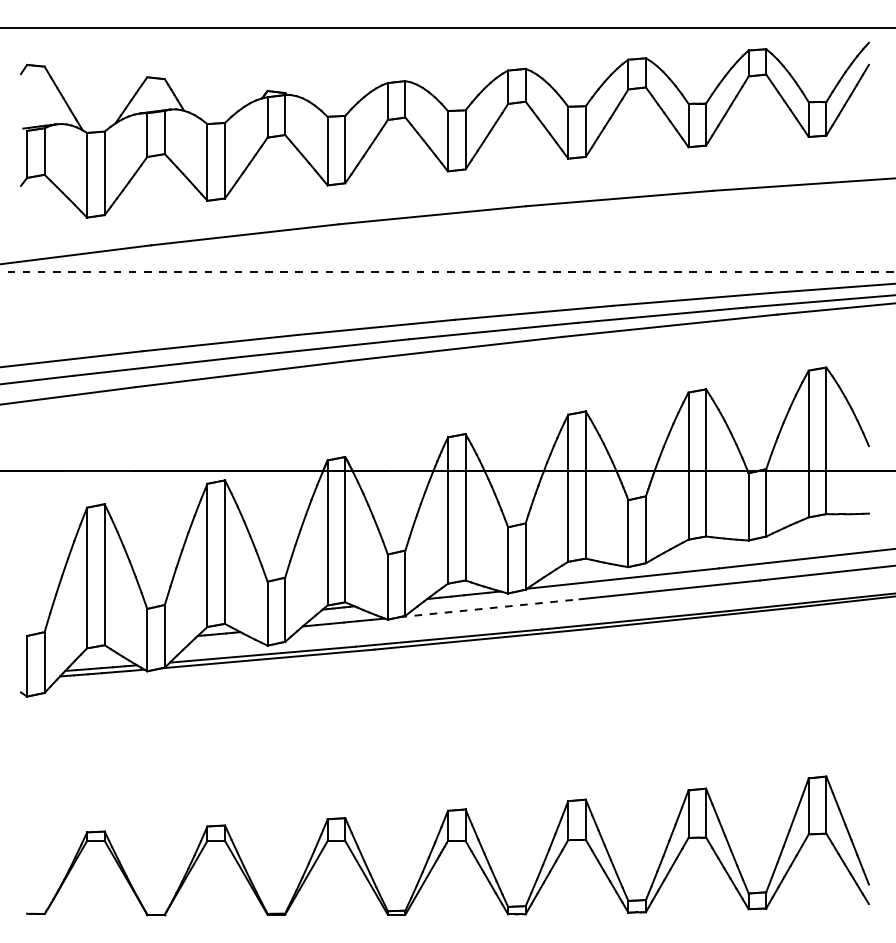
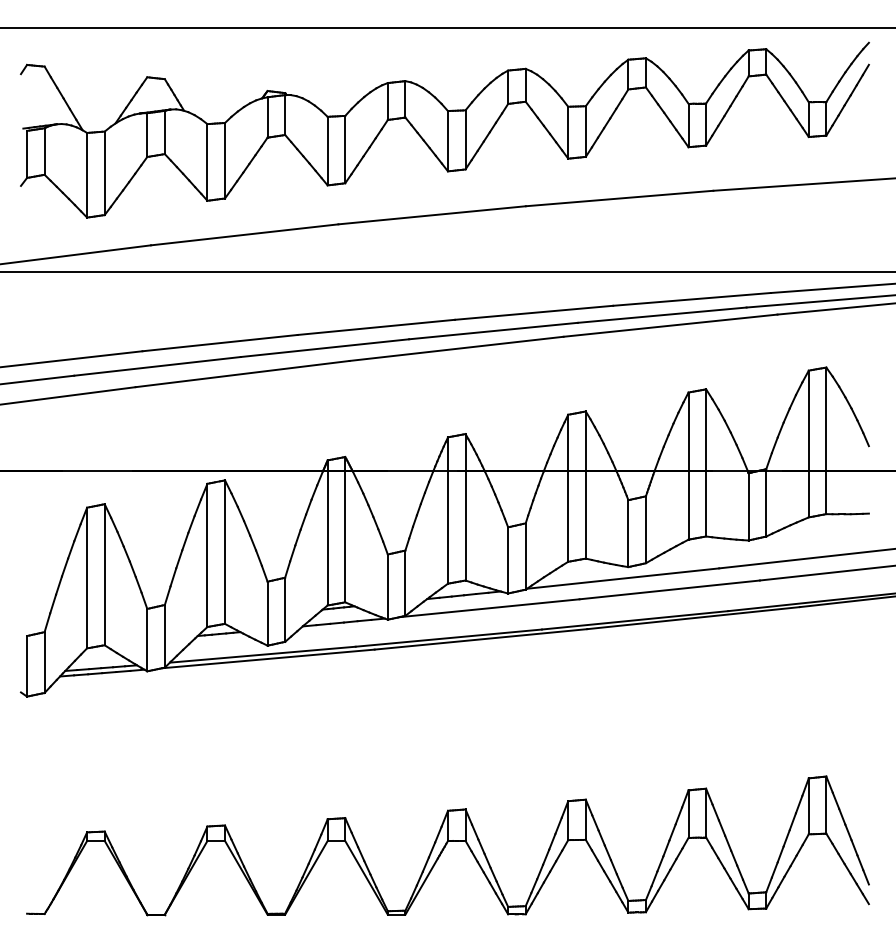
line at (448, 272): dashed -> solid
line at (490, 608): dashed -> solid
